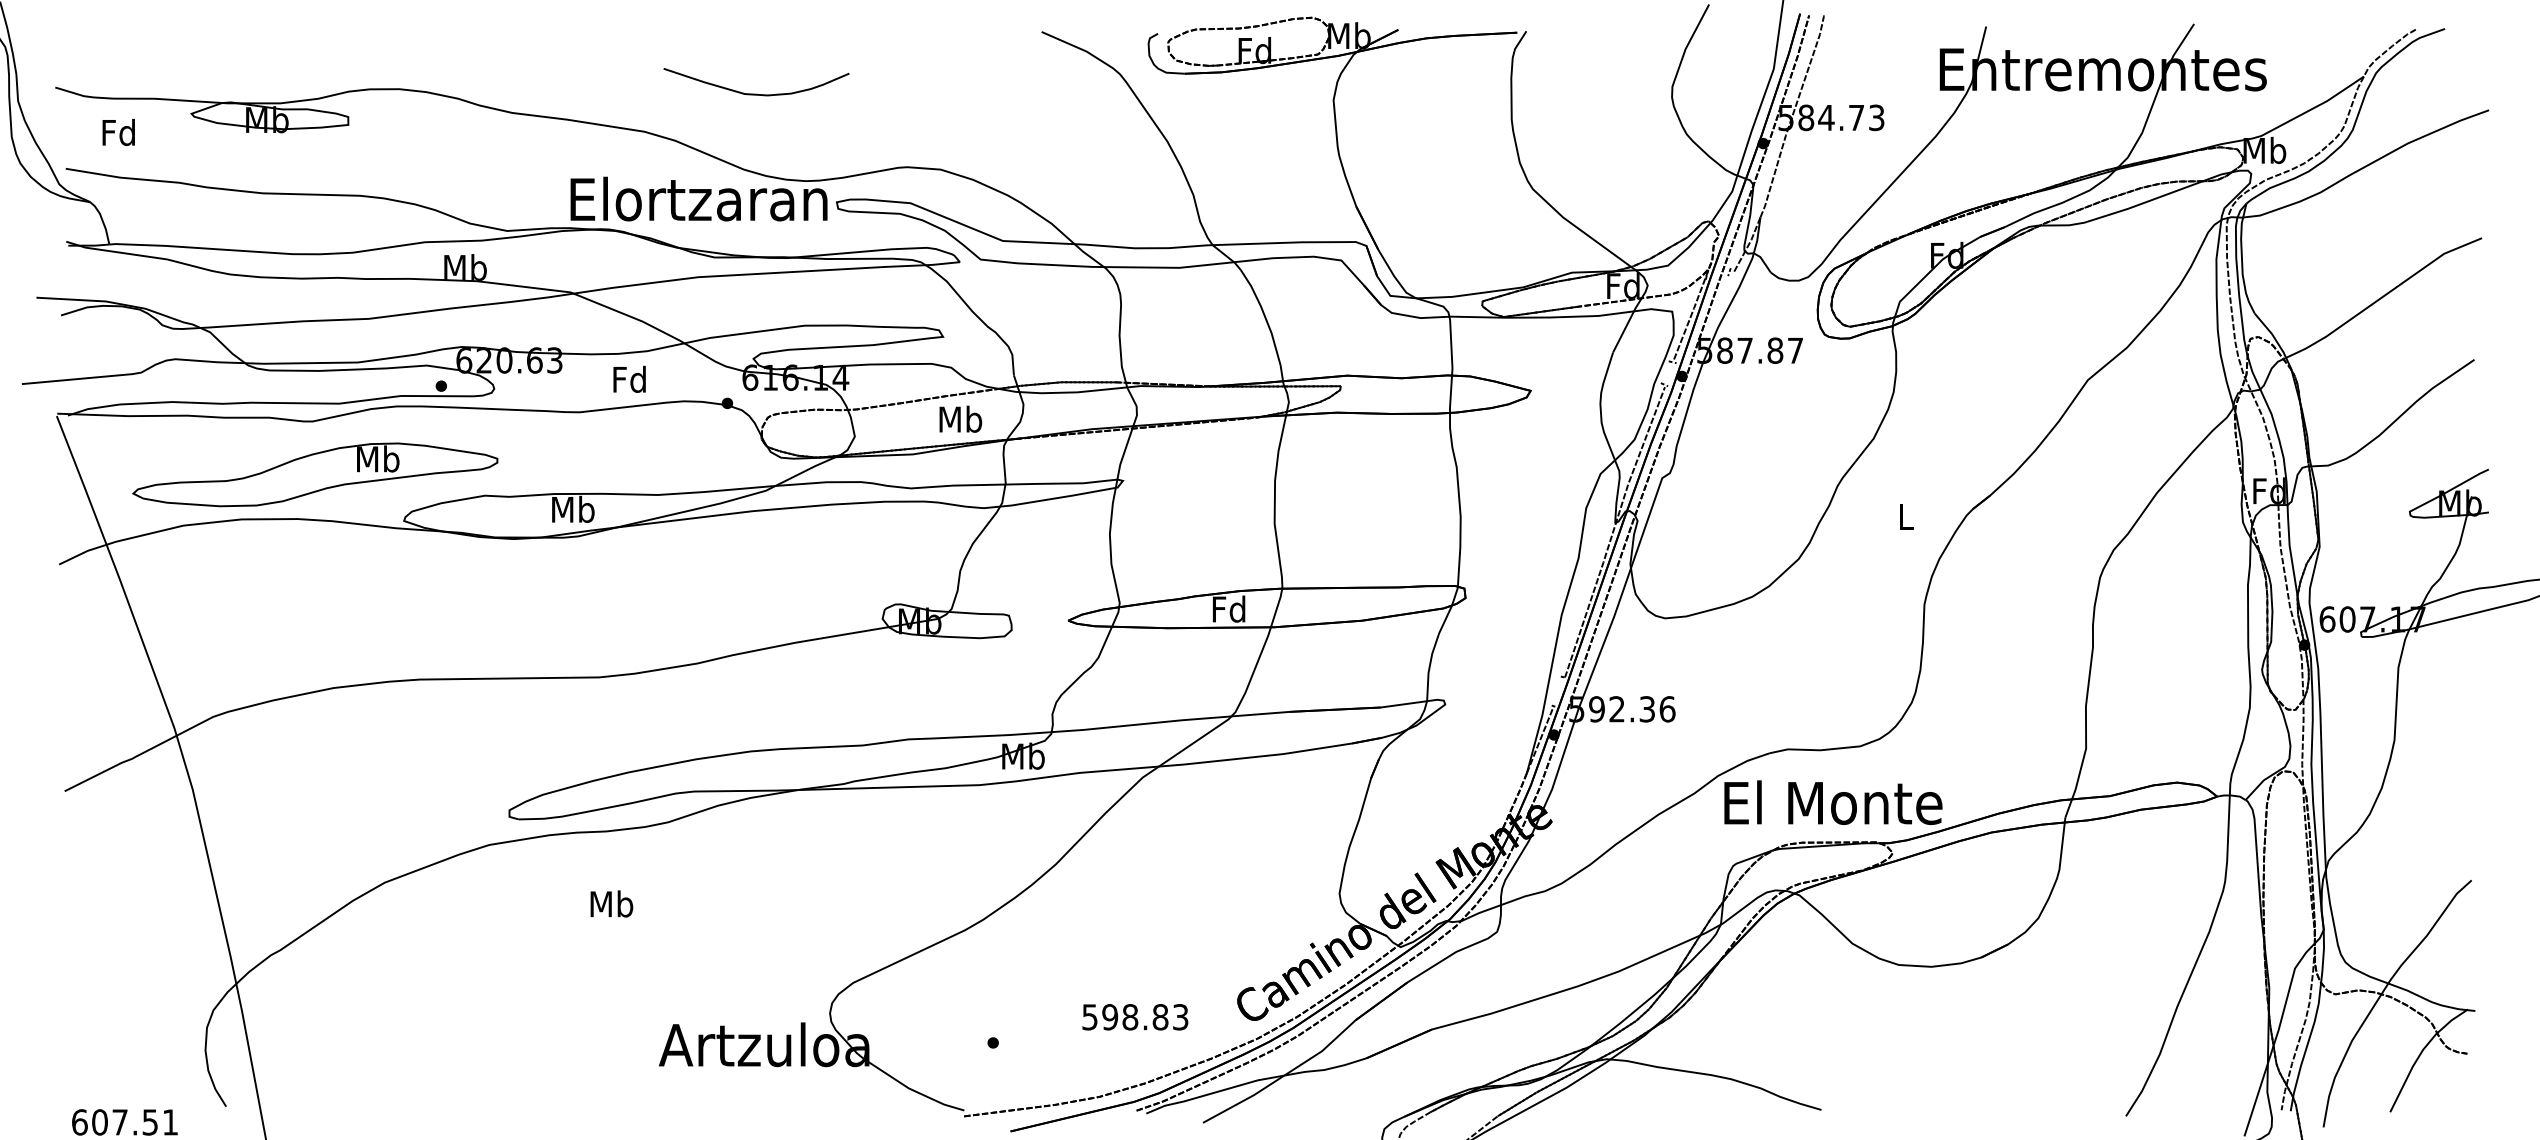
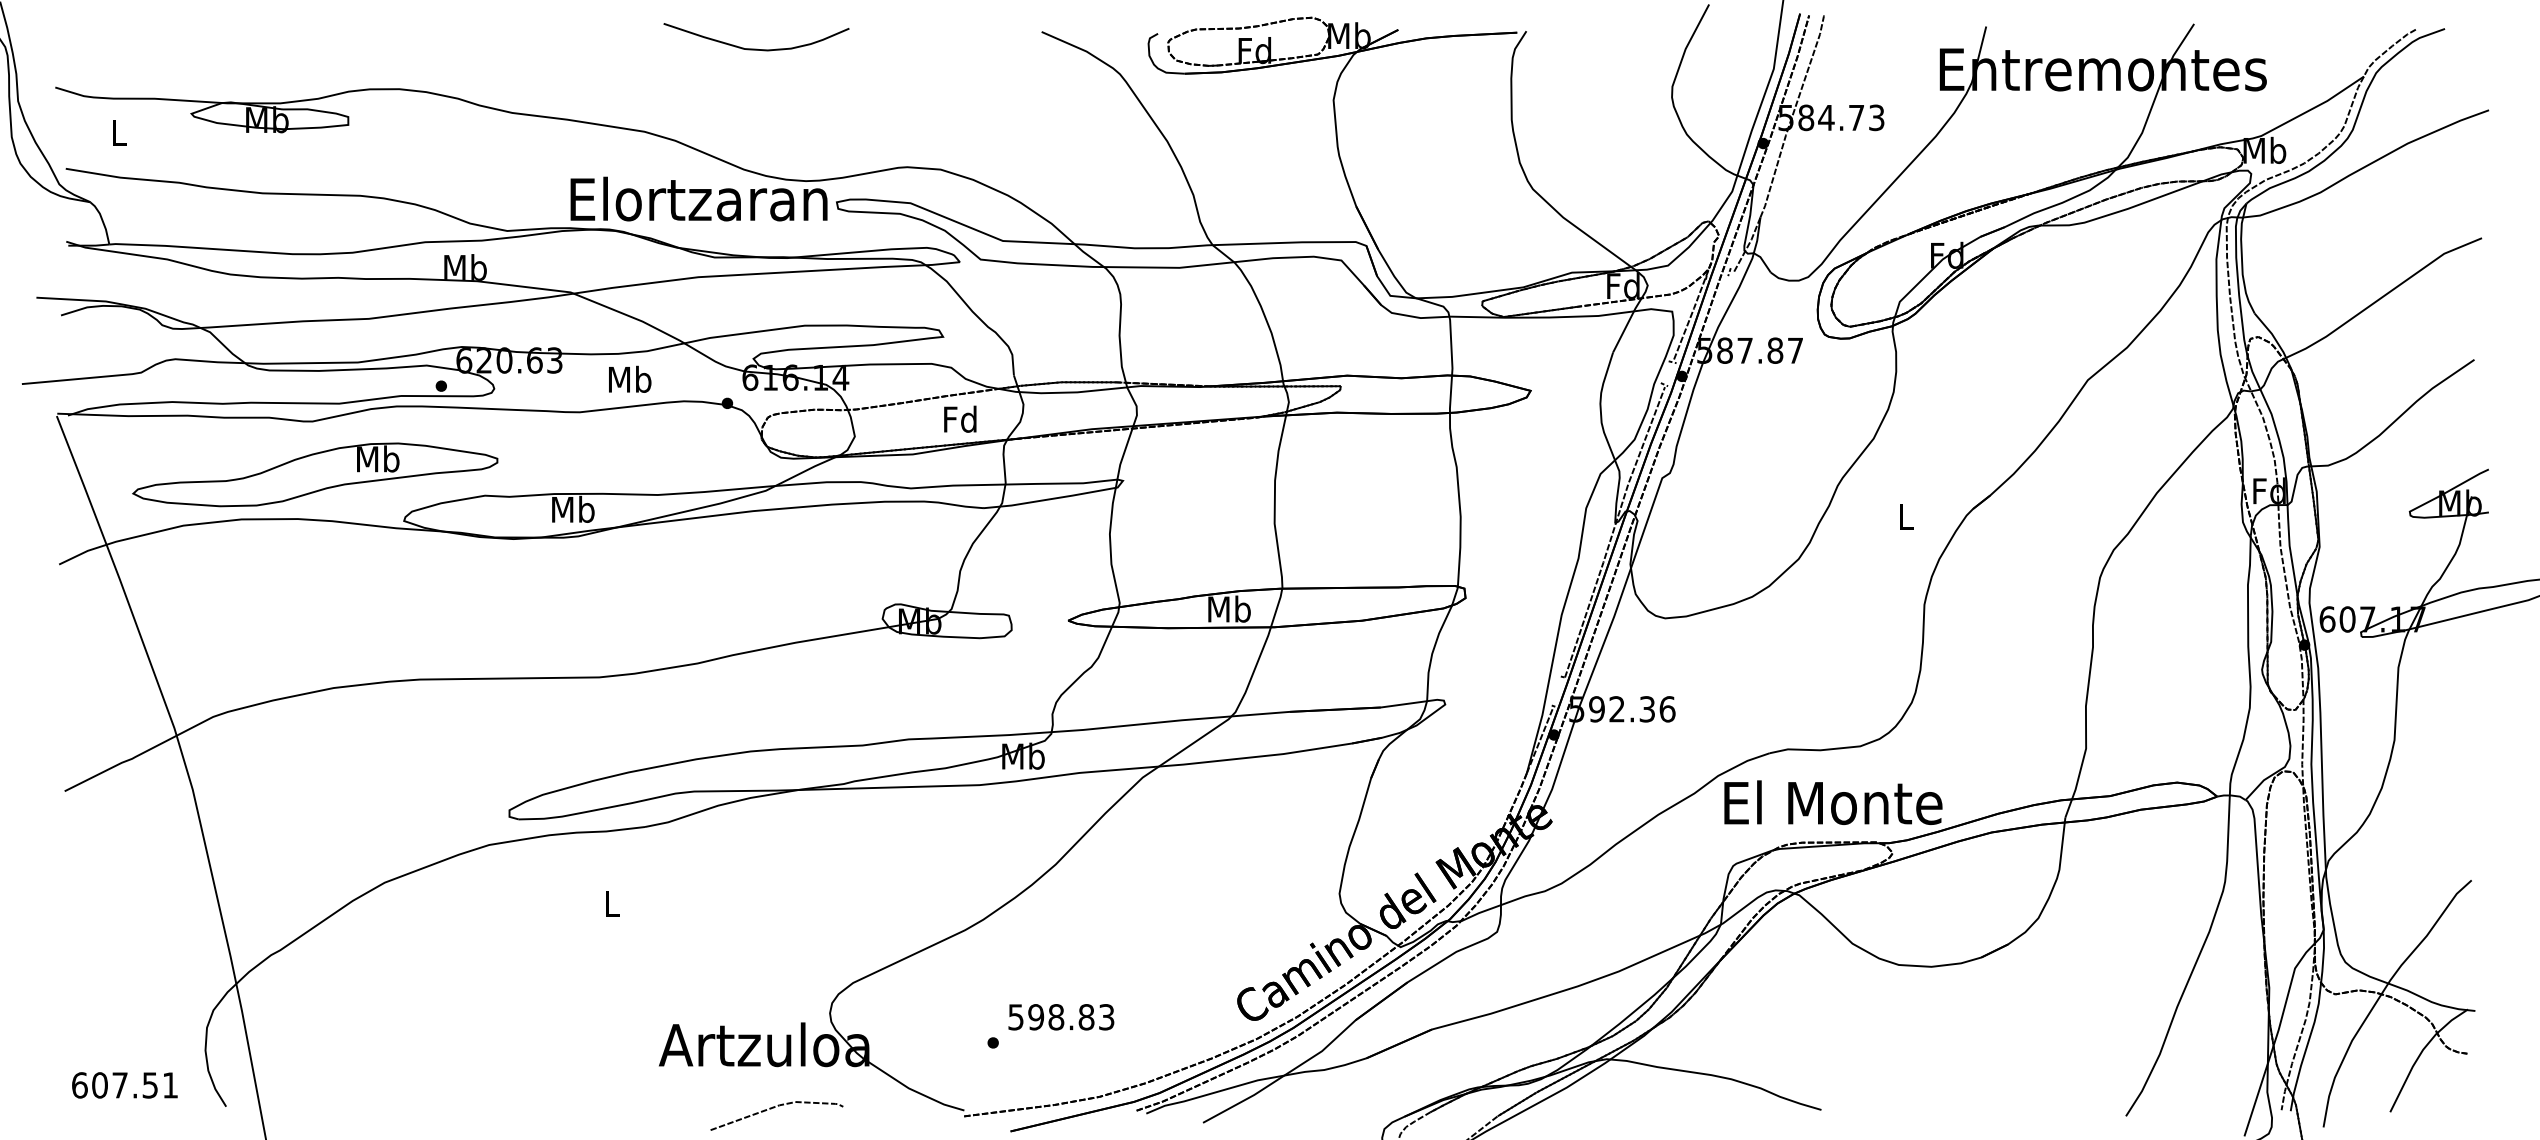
curve at (756, 93) position: (756, 93) -> (756, 48)
text at (118, 131): Fd -> L
text at (630, 378): Fd -> Mb
text at (960, 418): Mb -> Fd
text at (1229, 608): Fd -> Mb
text at (611, 903): Mb -> L
text at (1135, 1017) position: (1135, 1017) -> (1061, 1017)
curve at (774, 1108): none -> present
text at (124, 1122) position: (124, 1122) -> (124, 1085)
